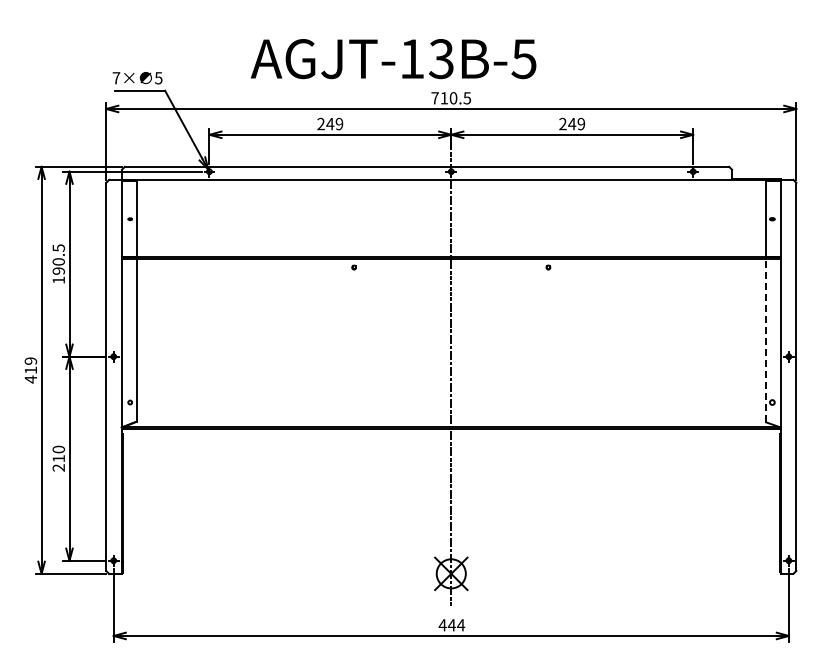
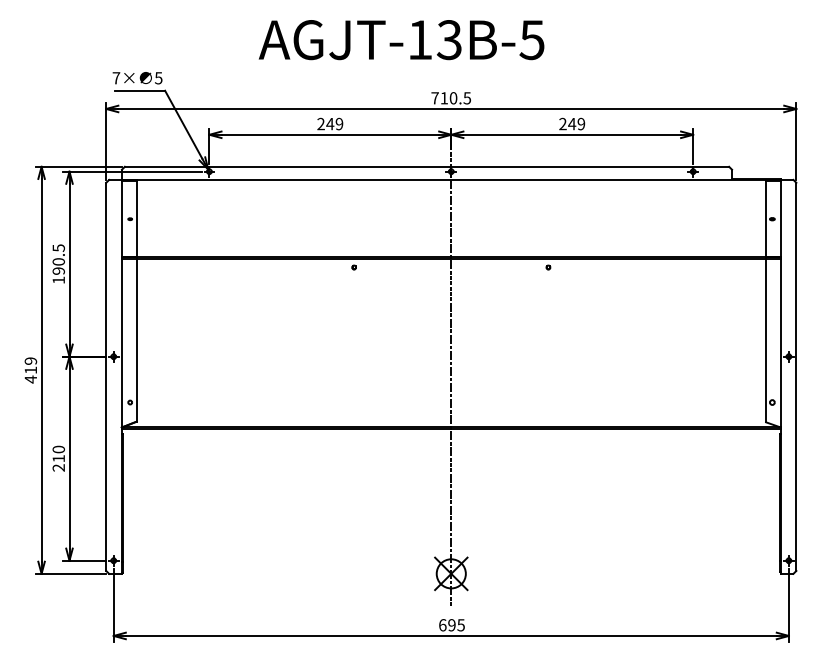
text at (393, 59) position: (393, 59) -> (401, 40)
line at (766, 340): dashed -> solid
text at (451, 625): 444 -> 695
